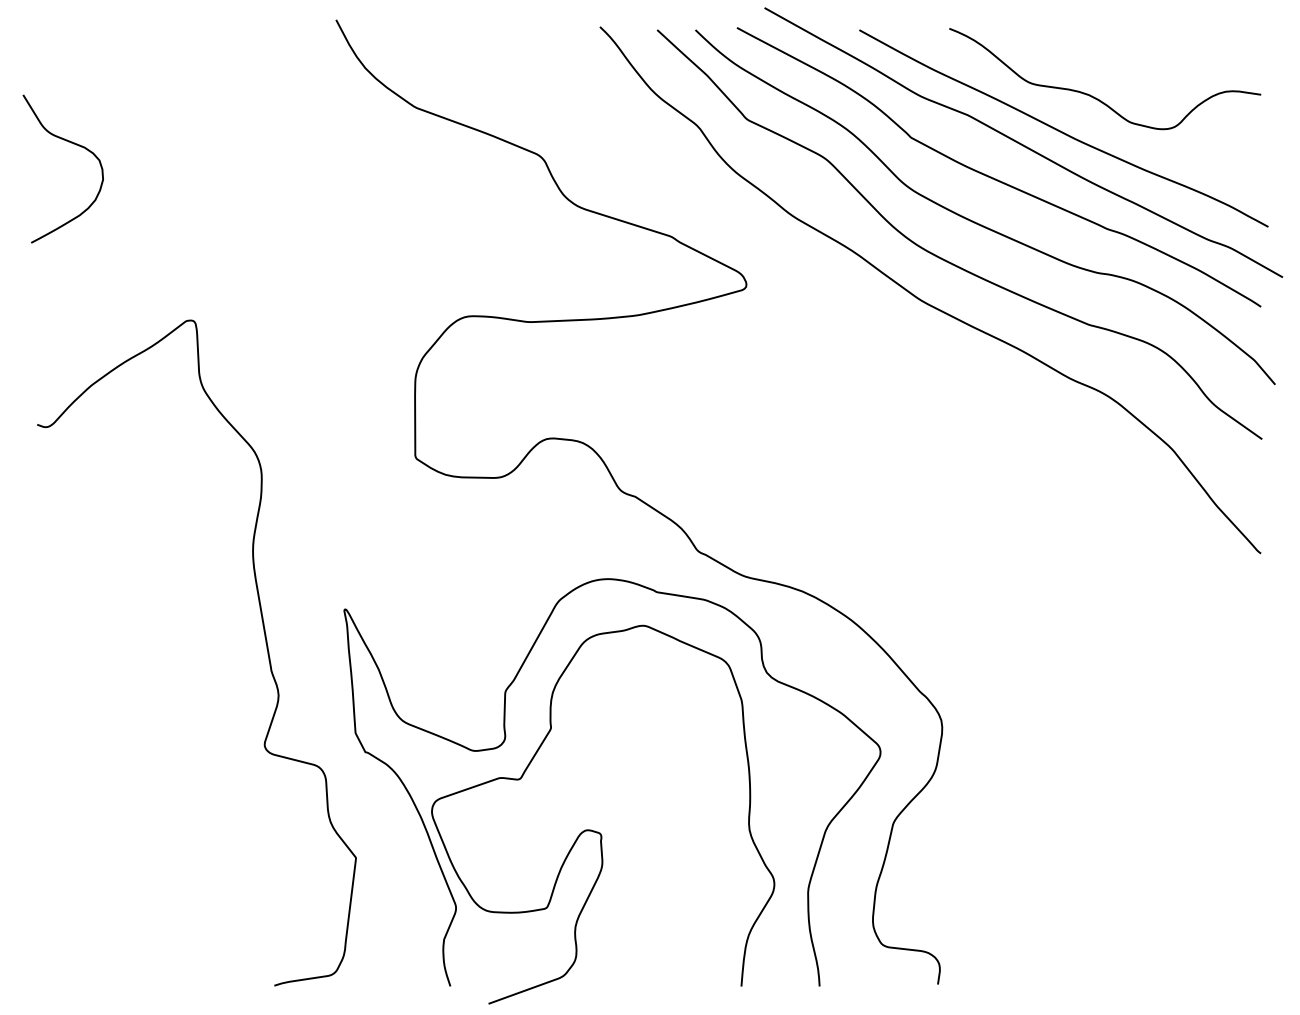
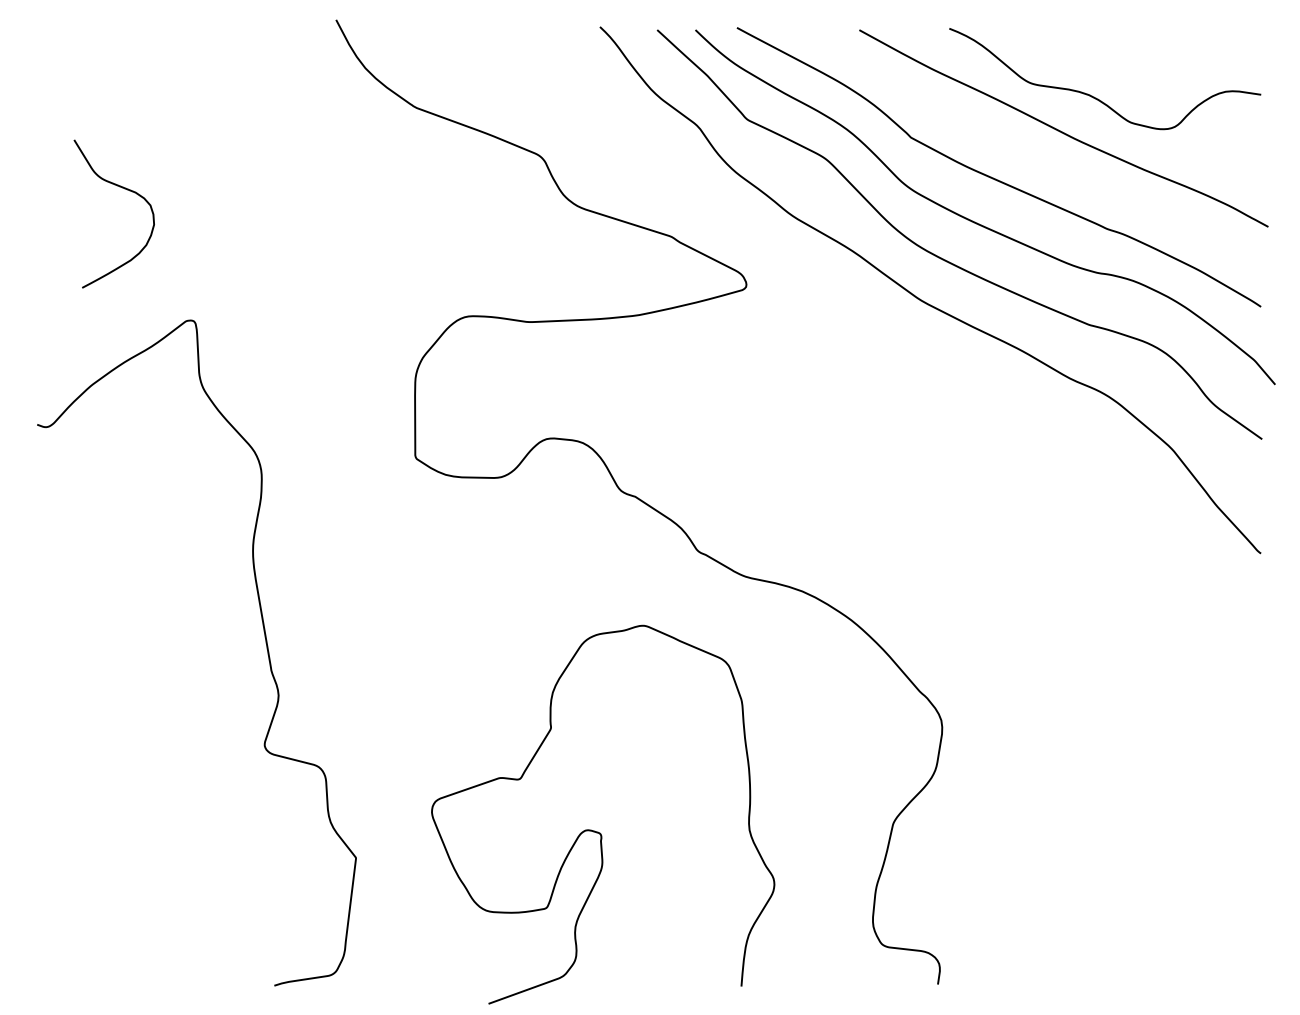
curve at (73, 144) position: (73, 144) -> (124, 189)
curve at (1023, 144): present -> none
curve at (505, 740): present -> none
